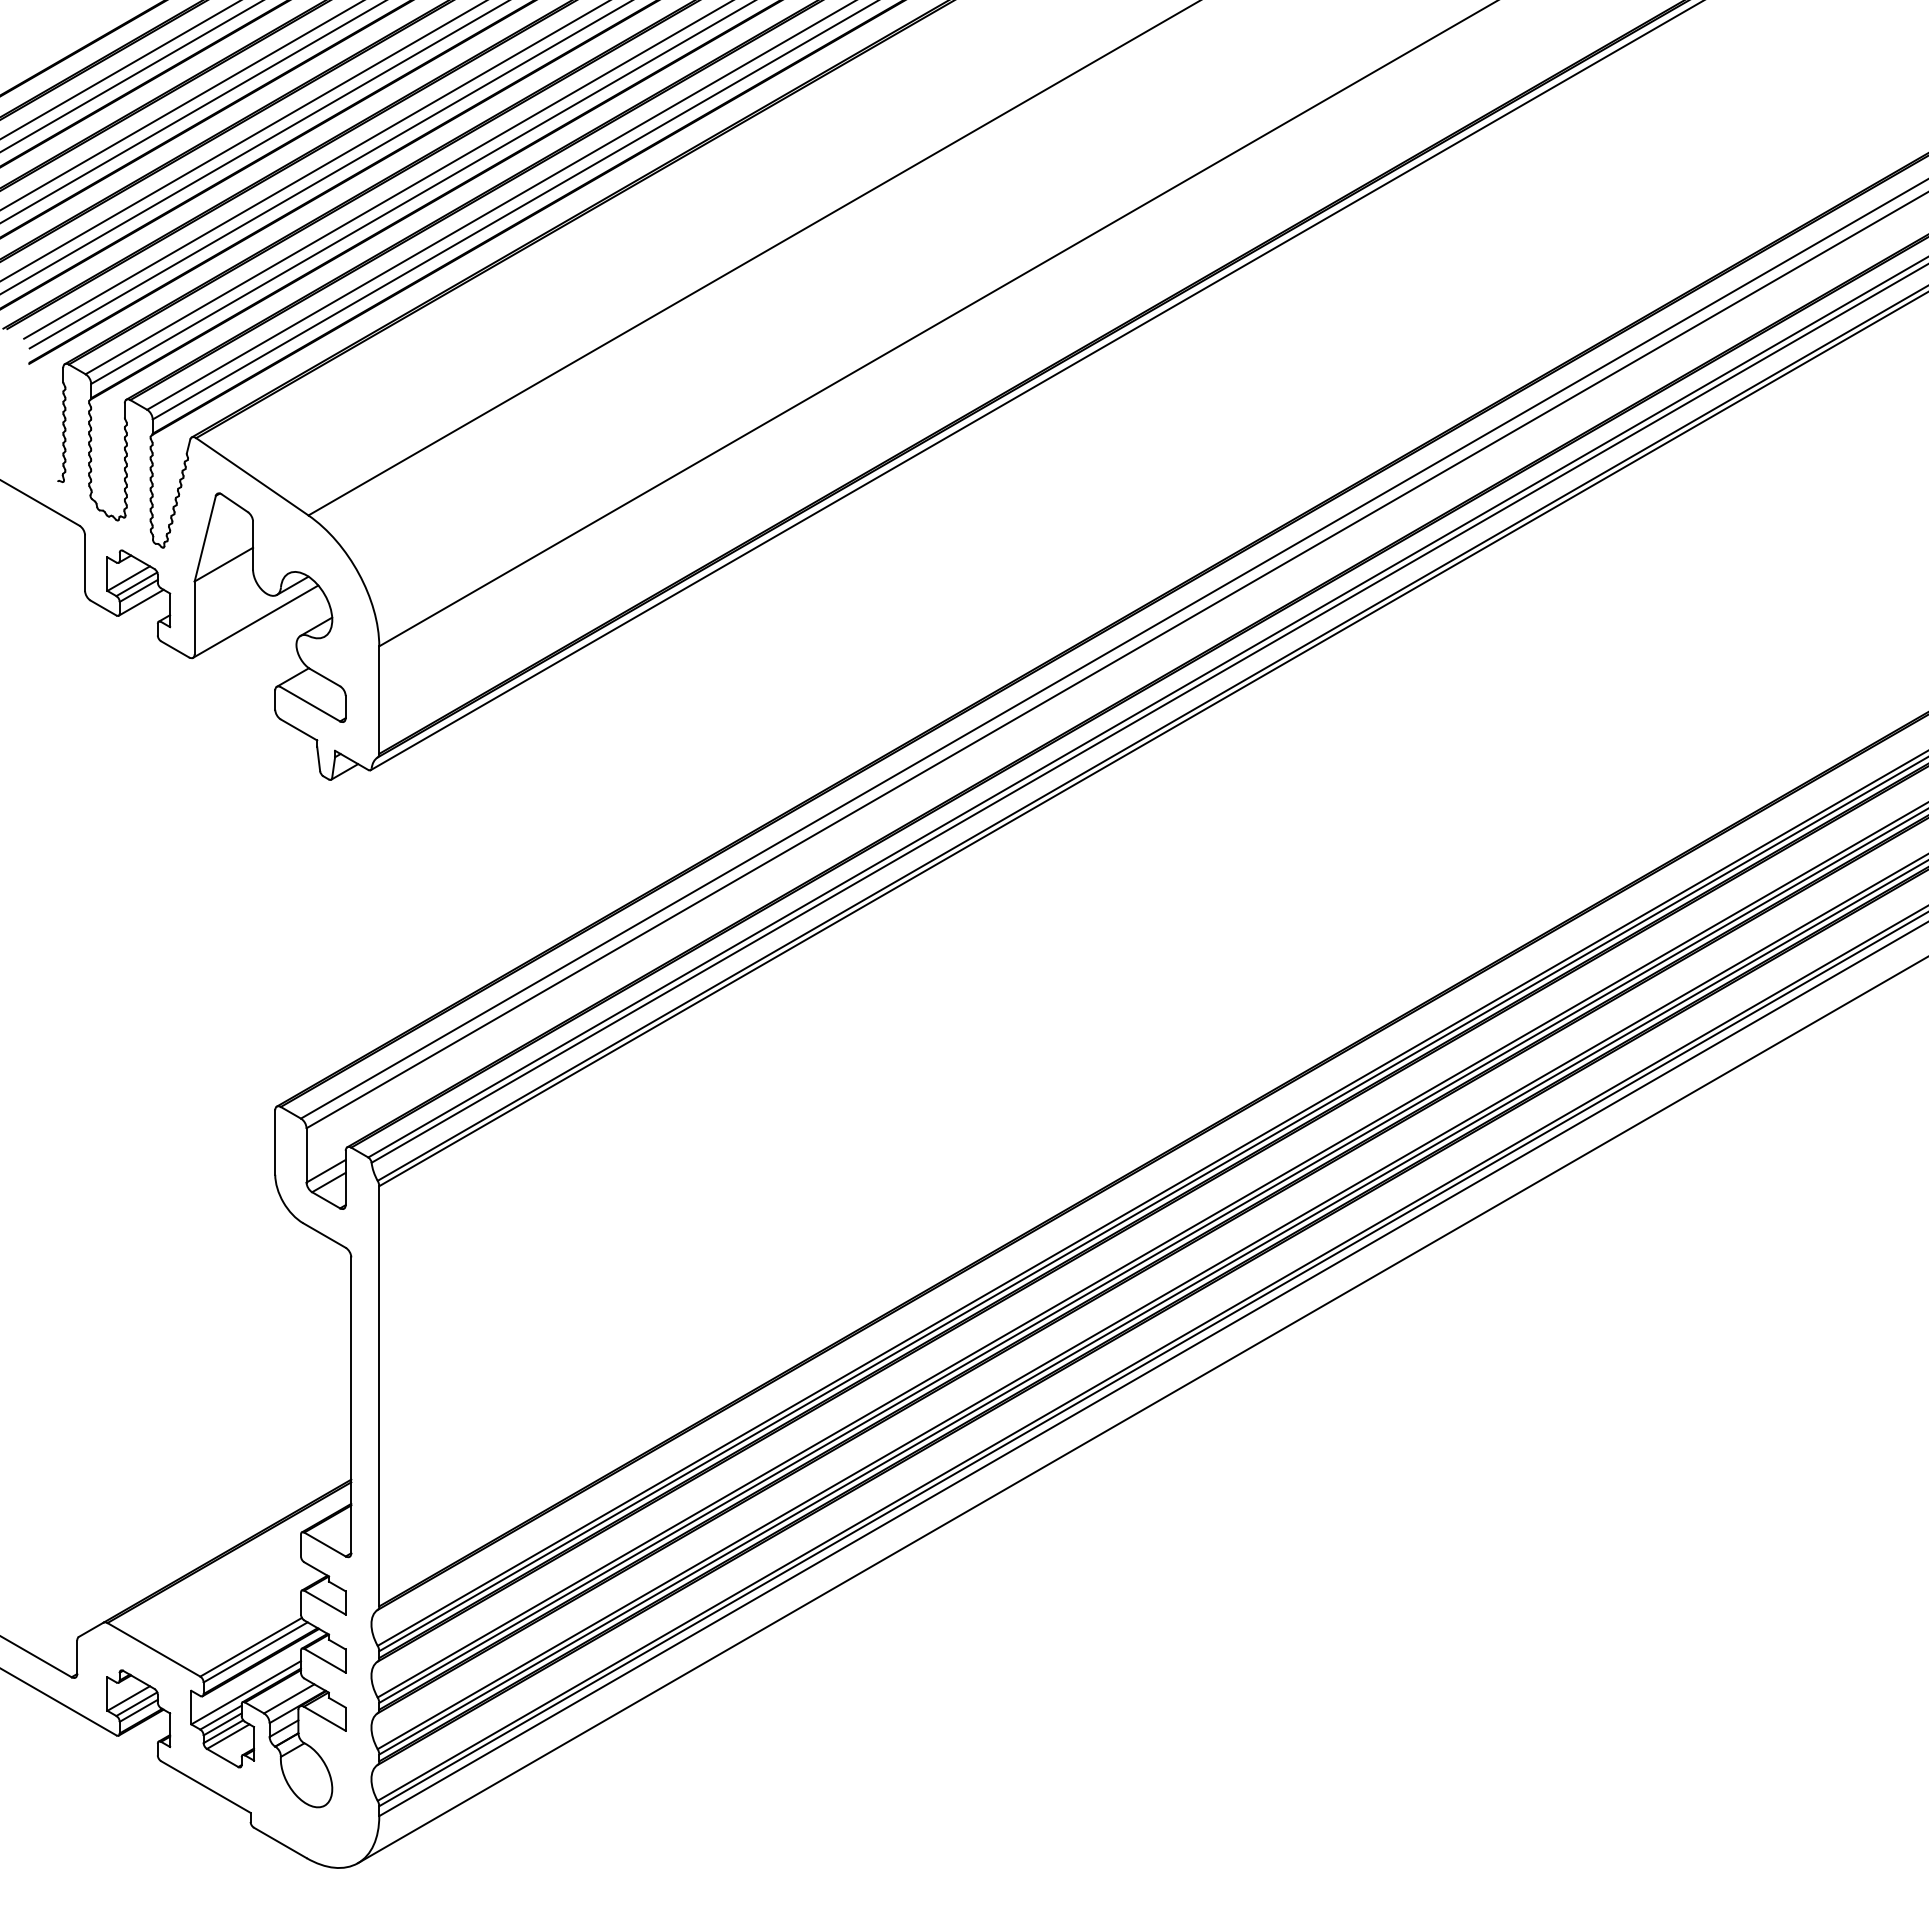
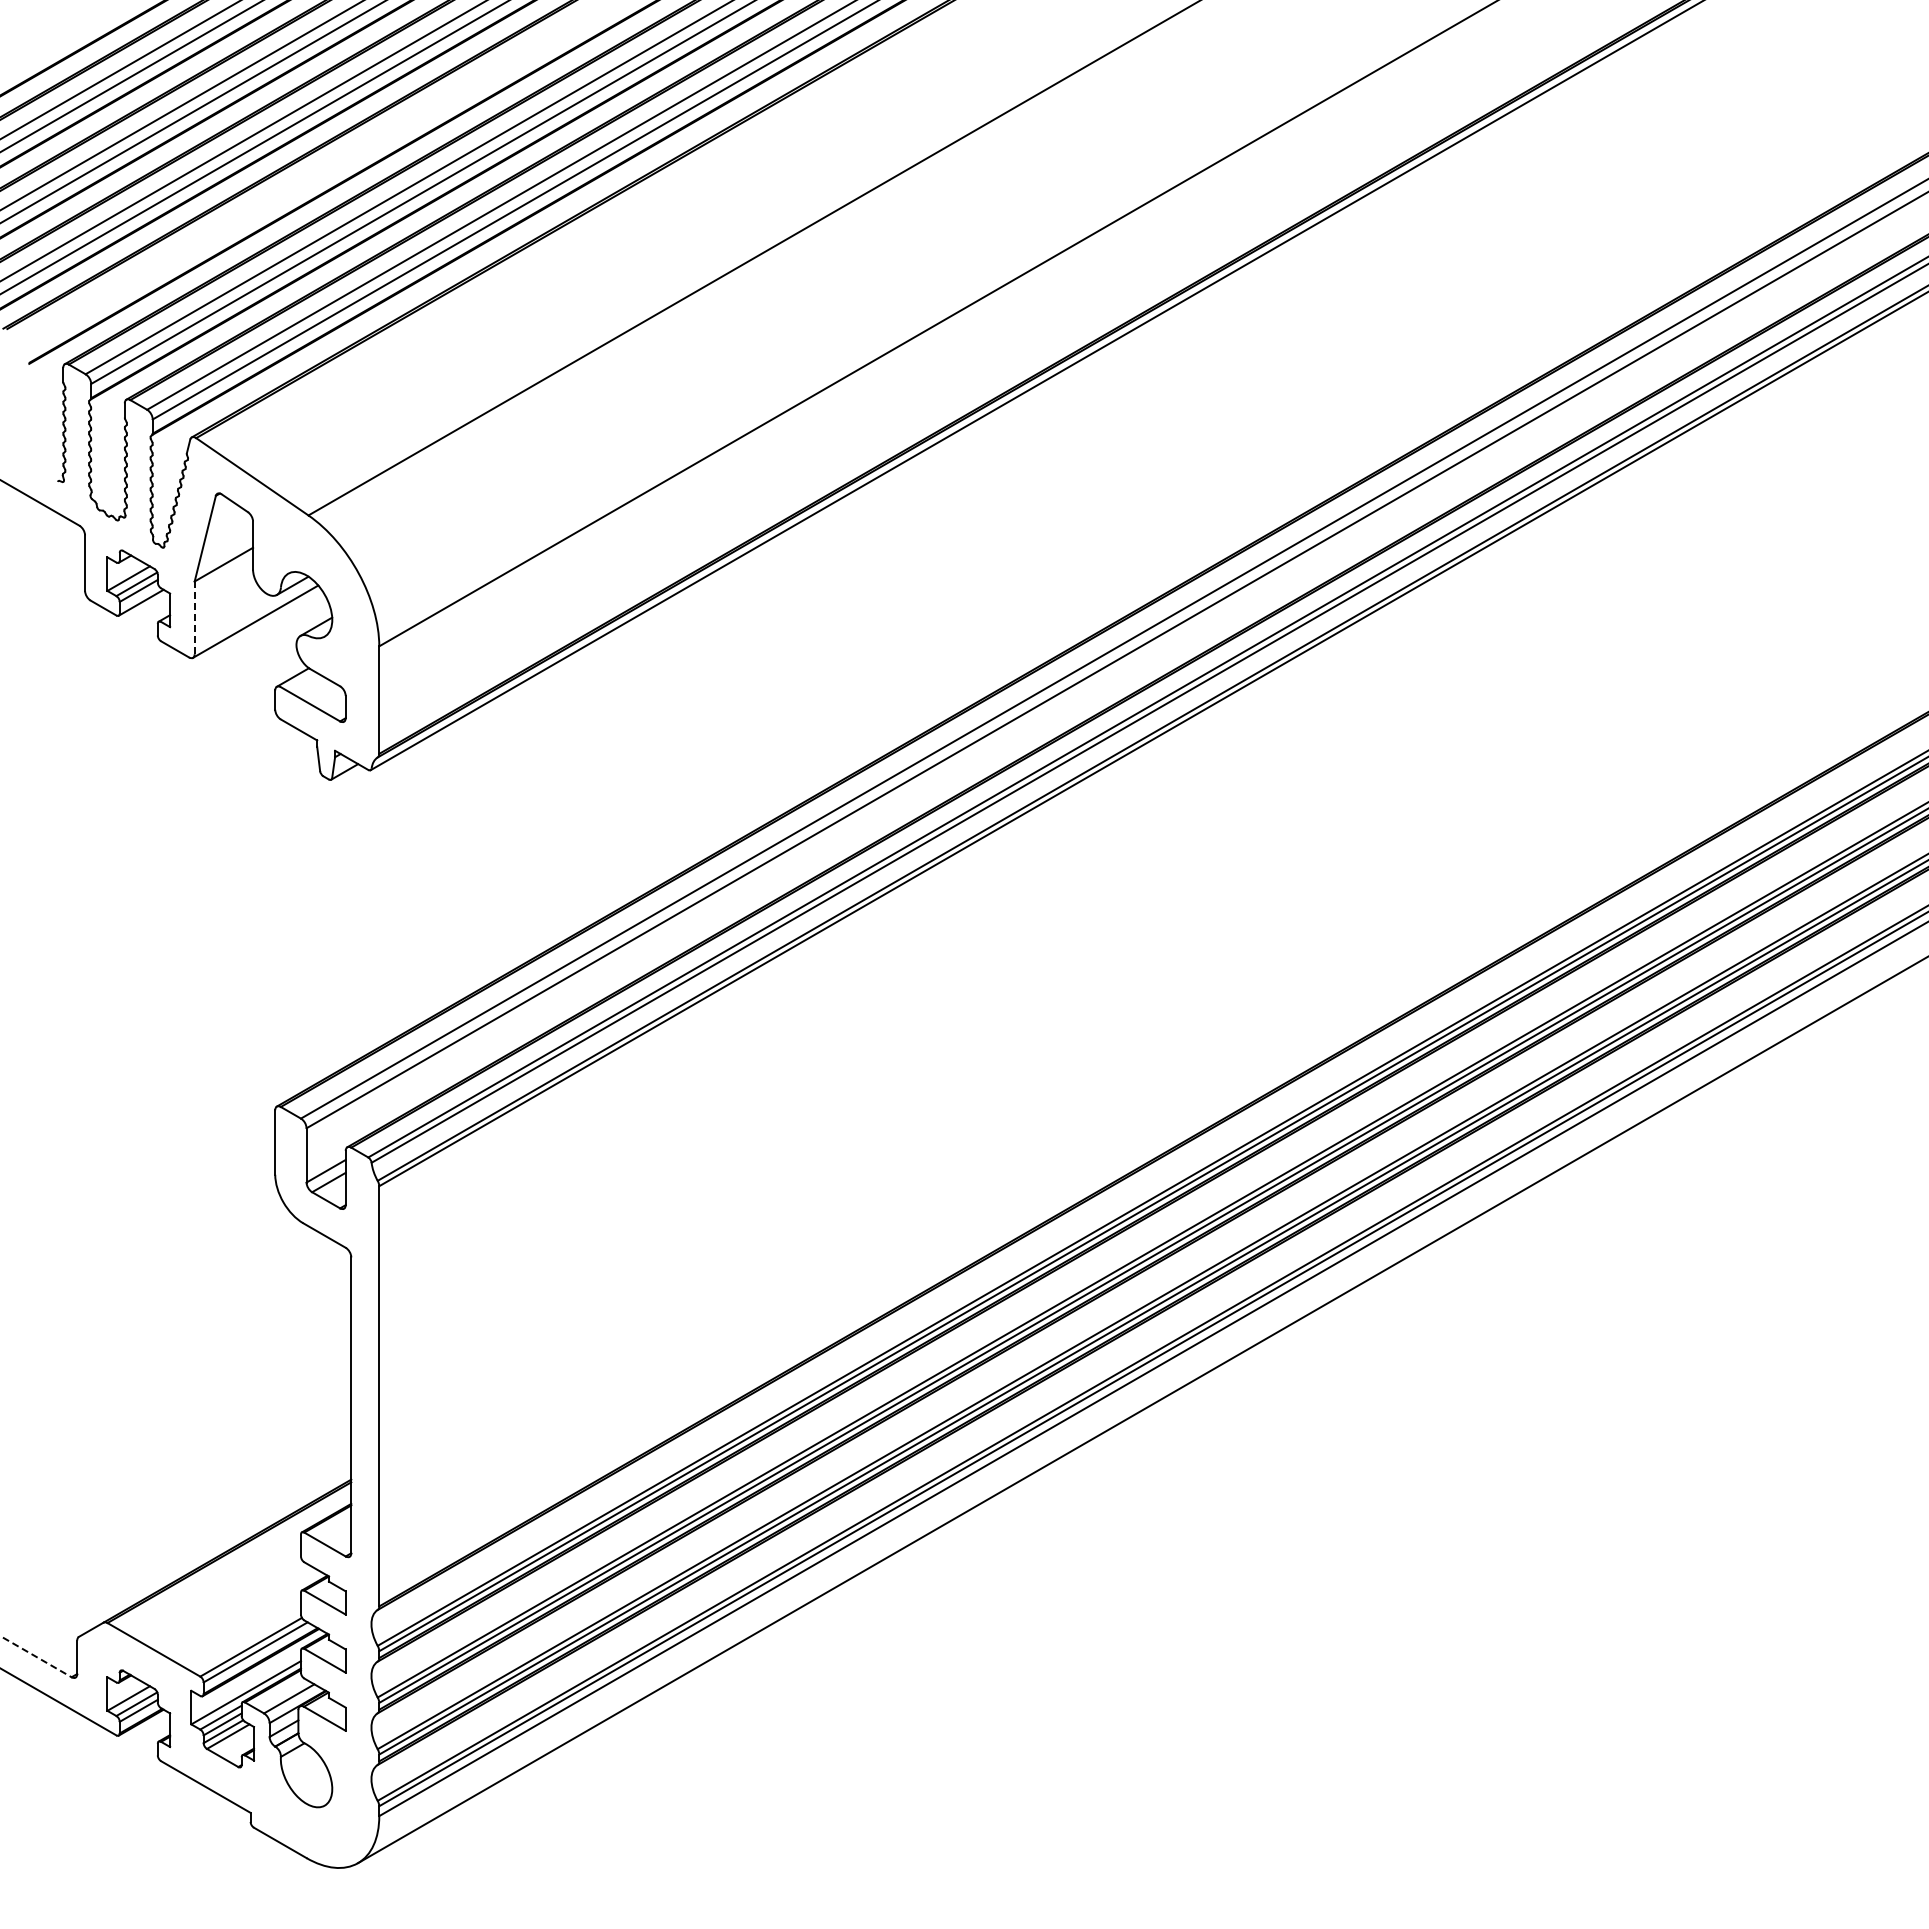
line at (315, 170): present -> none
line at (329, 175): present -> none
line at (194, 617): solid -> dashed
line at (36, 1656): solid -> dashed
